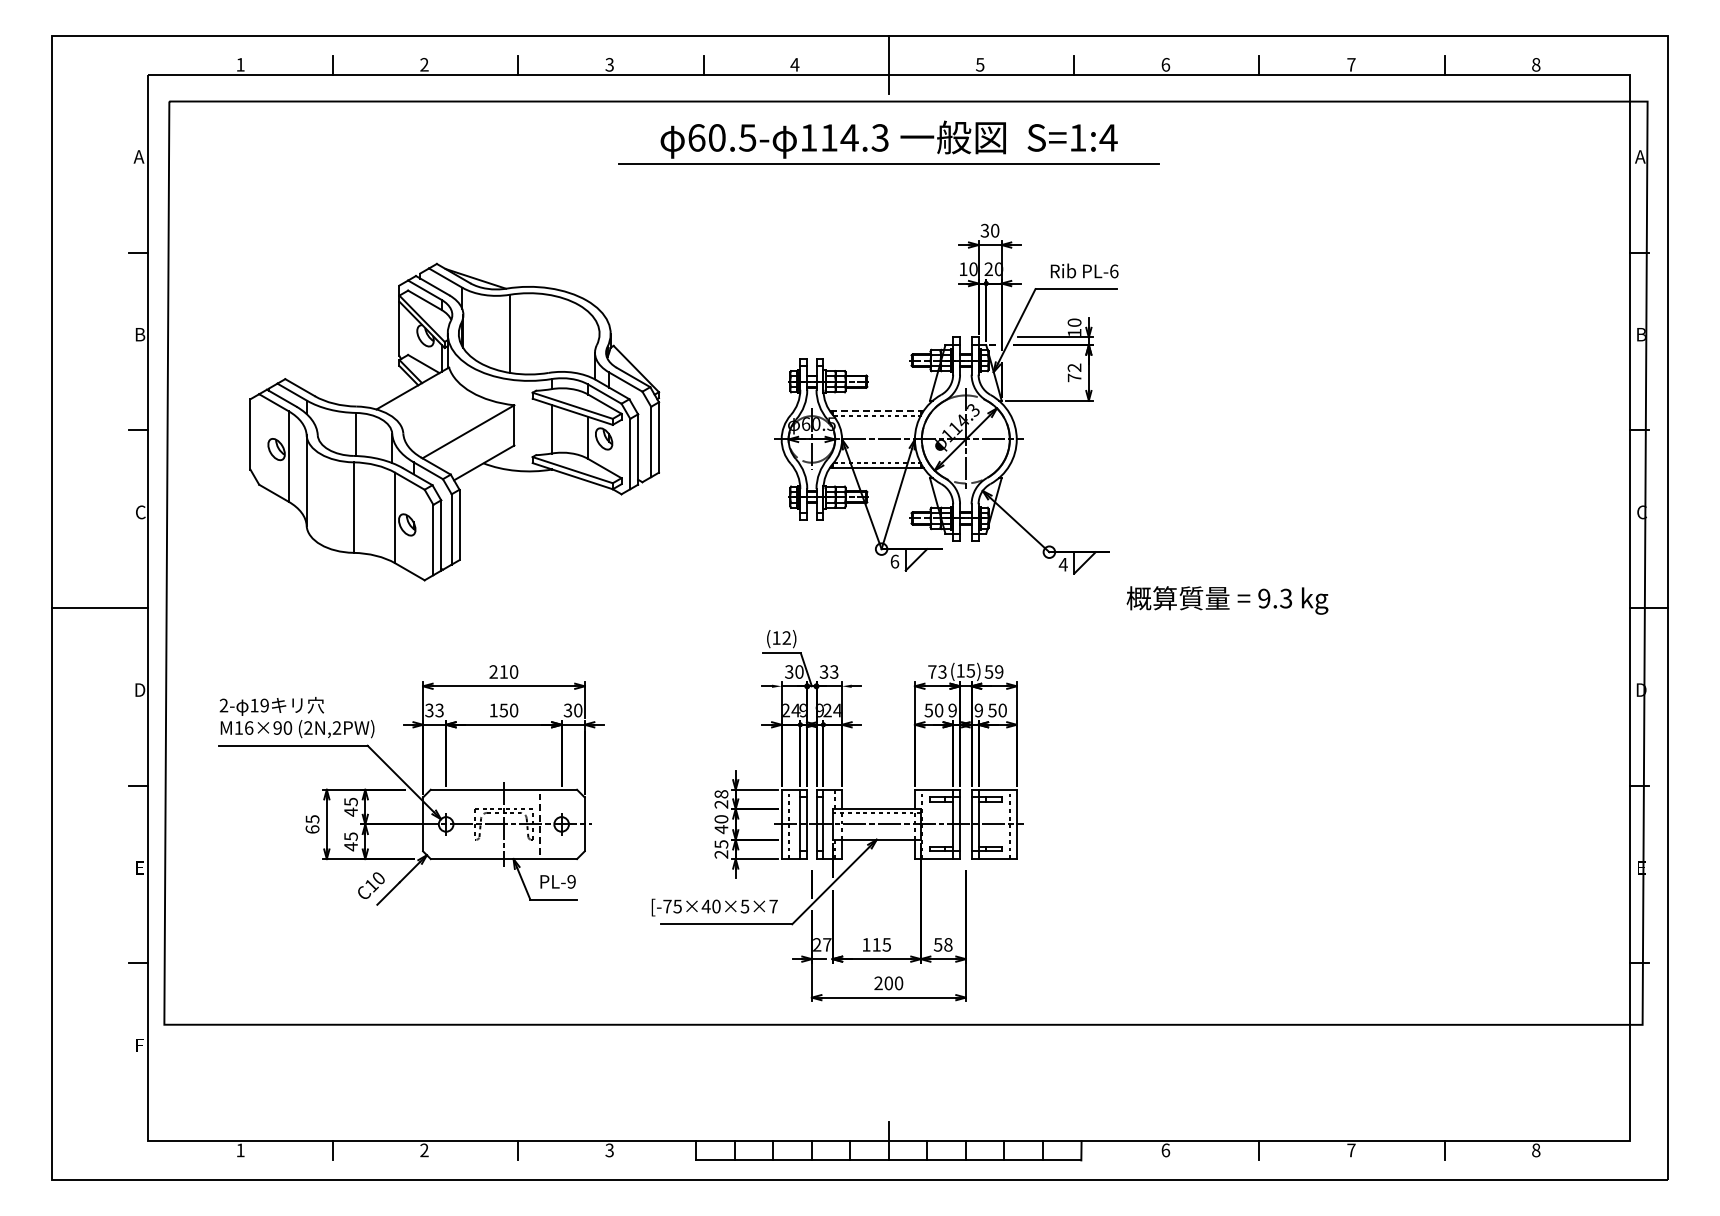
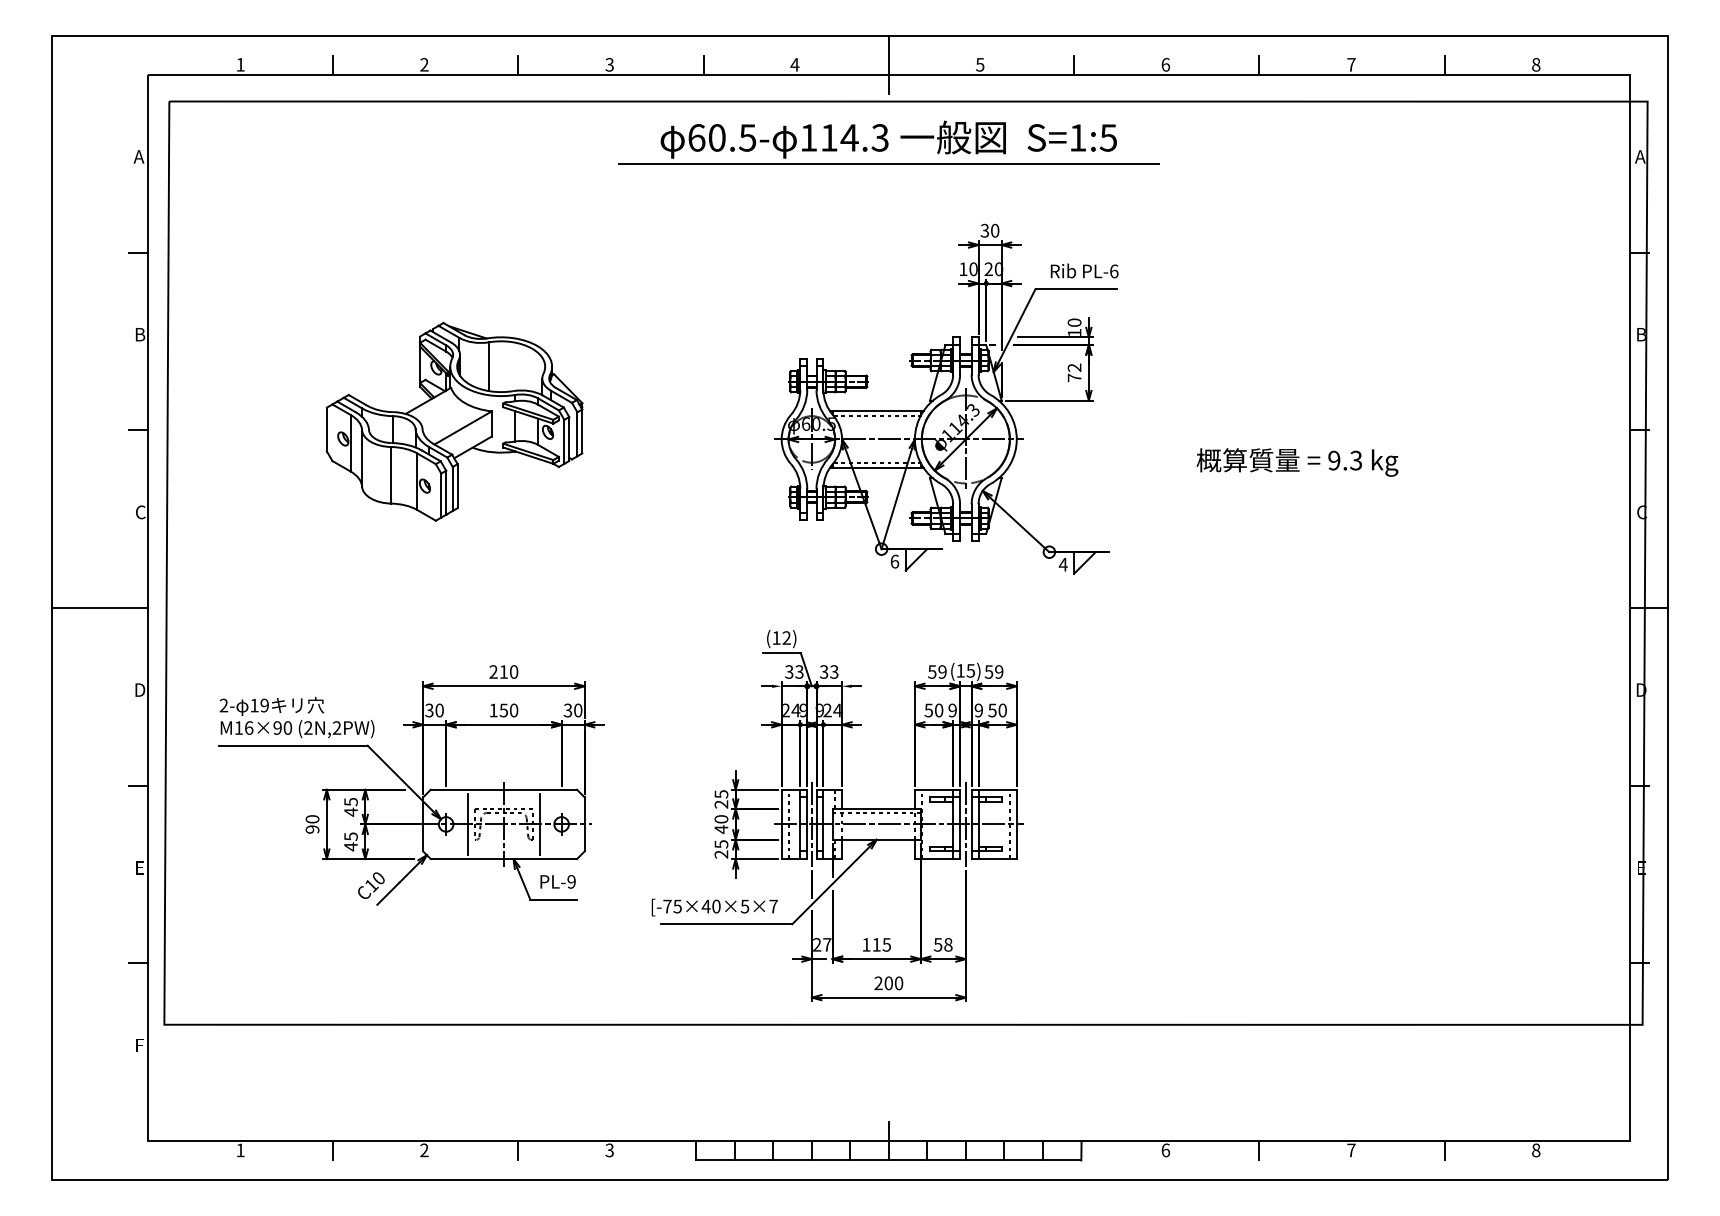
text at (1108, 137): S=1:4 -> S=1:5
line at (877, 410): dashed -> solid
part at (454, 421) size: 412x320 px -> 259x201 px
text at (1227, 600) position: (1227, 600) -> (1297, 462)
text at (799, 671): 30 -> 33
text at (937, 671): 73 -> 59
text at (439, 710): 33 -> 30
text at (721, 794): 28 -> 25
text at (312, 824): 65 -> 90
line at (467, 824): none -> present
line at (540, 824): dashed -> solid
line at (811, 824): none -> present
line at (965, 824): none -> present
